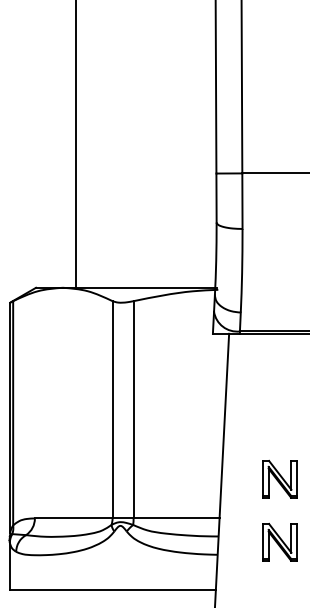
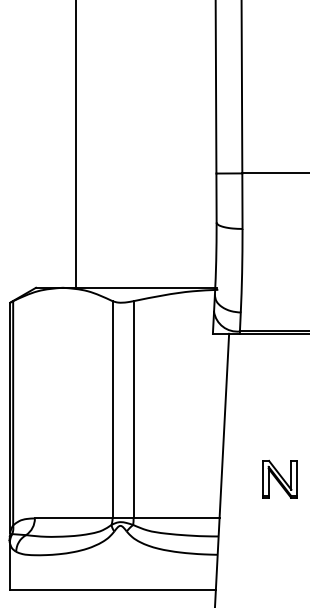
part at (279, 541): present -> none
